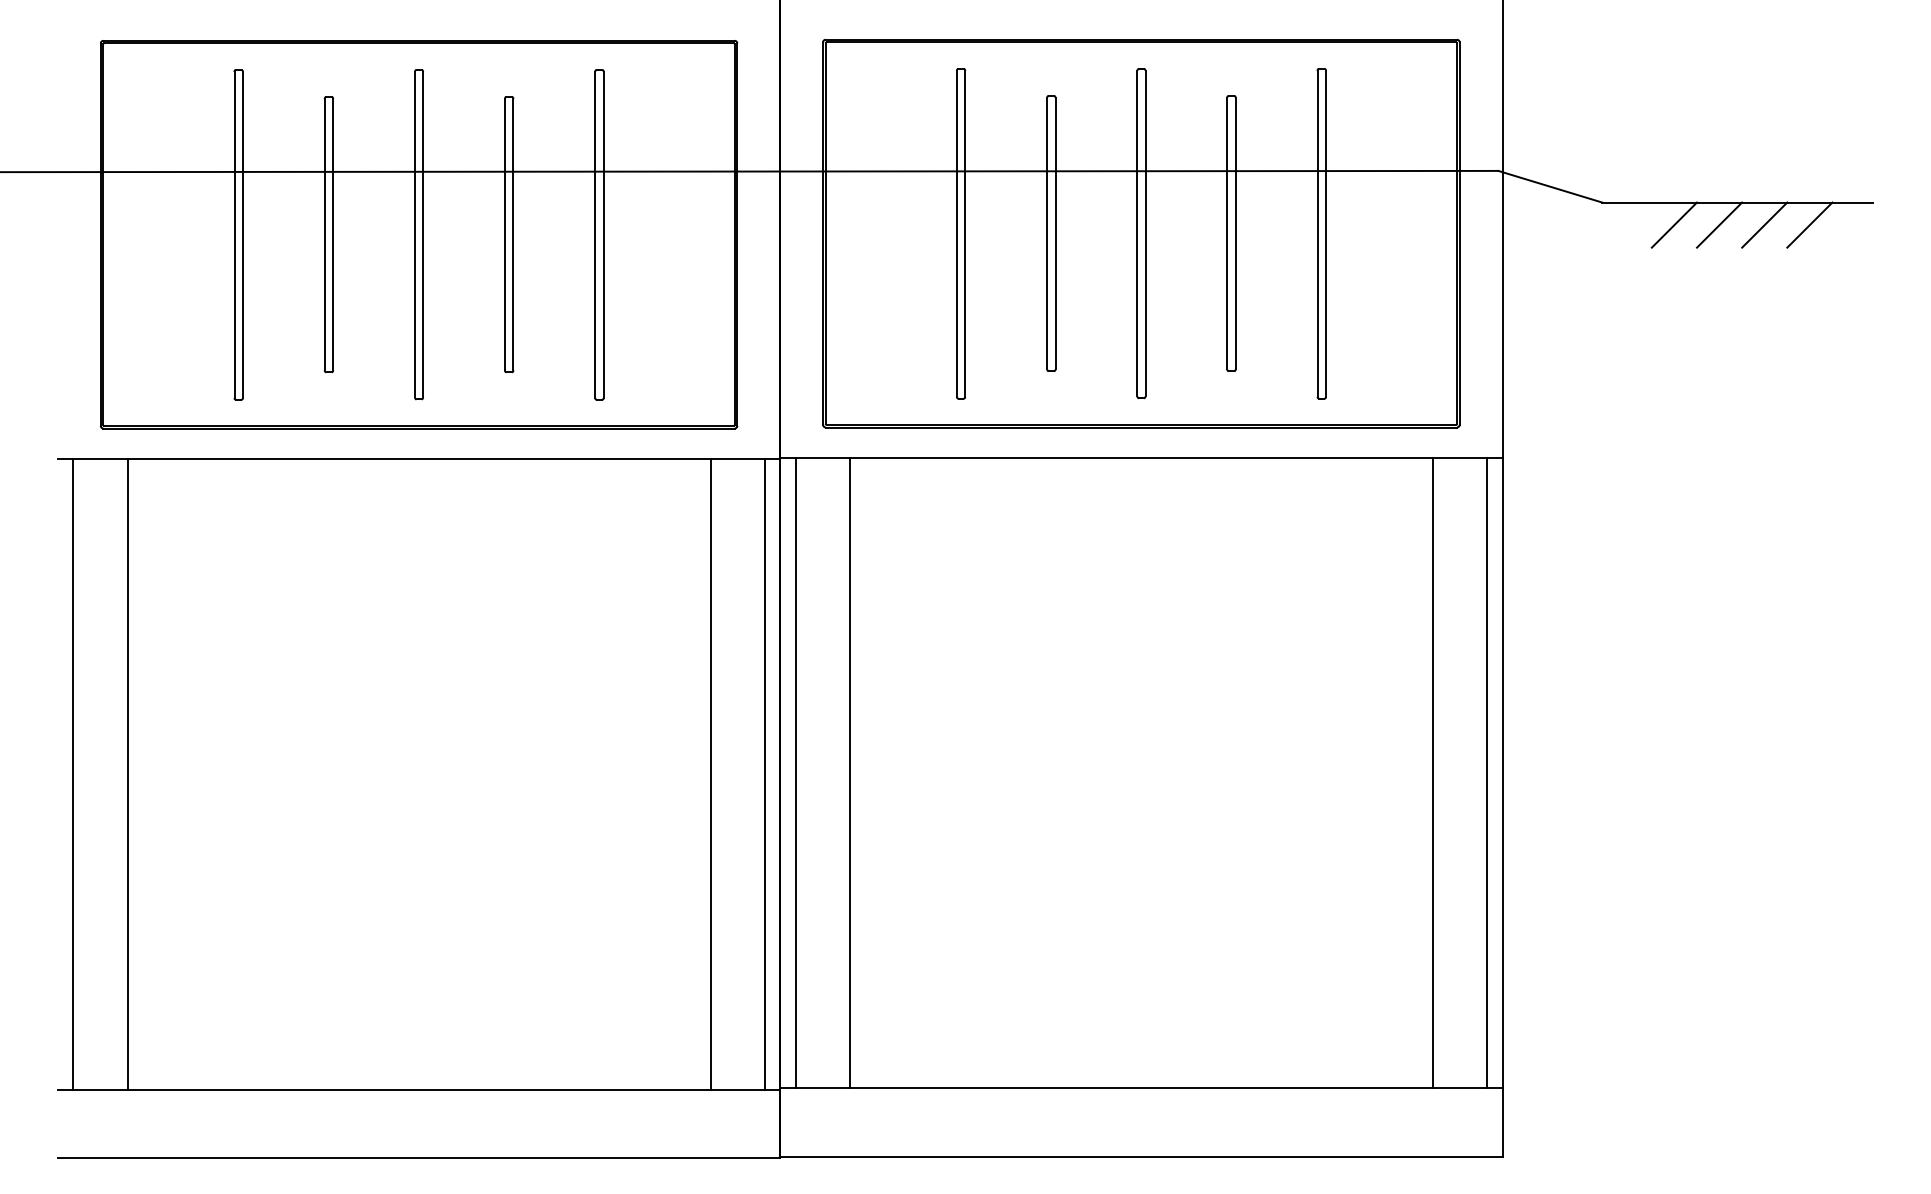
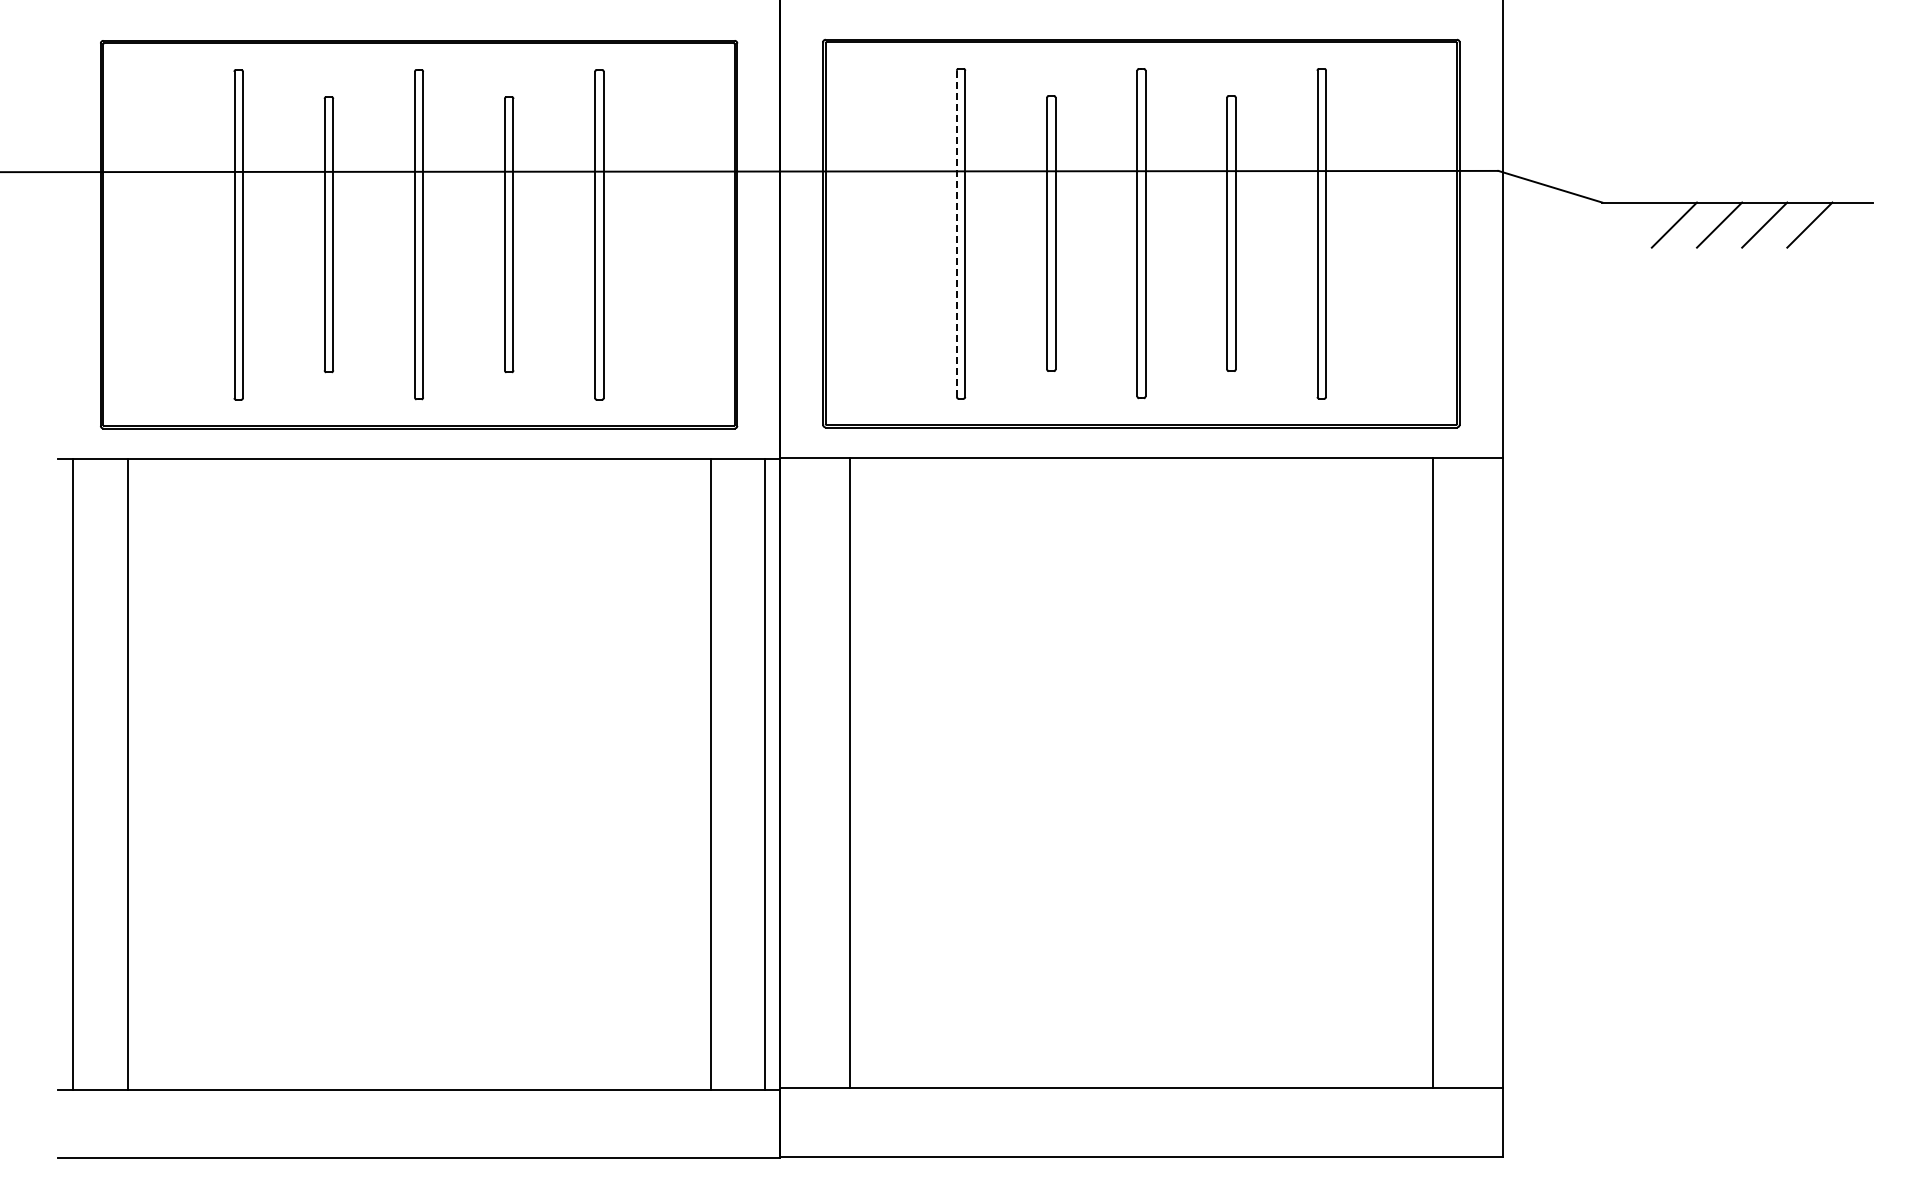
line at (956, 233): solid -> dashed
line at (795, 773): present -> none
line at (1487, 773): present -> none
